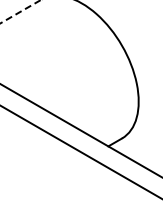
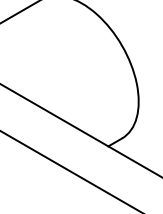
line at (20, 11): dashed -> solid
line at (80, 151) position: (80, 151) -> (70, 171)
